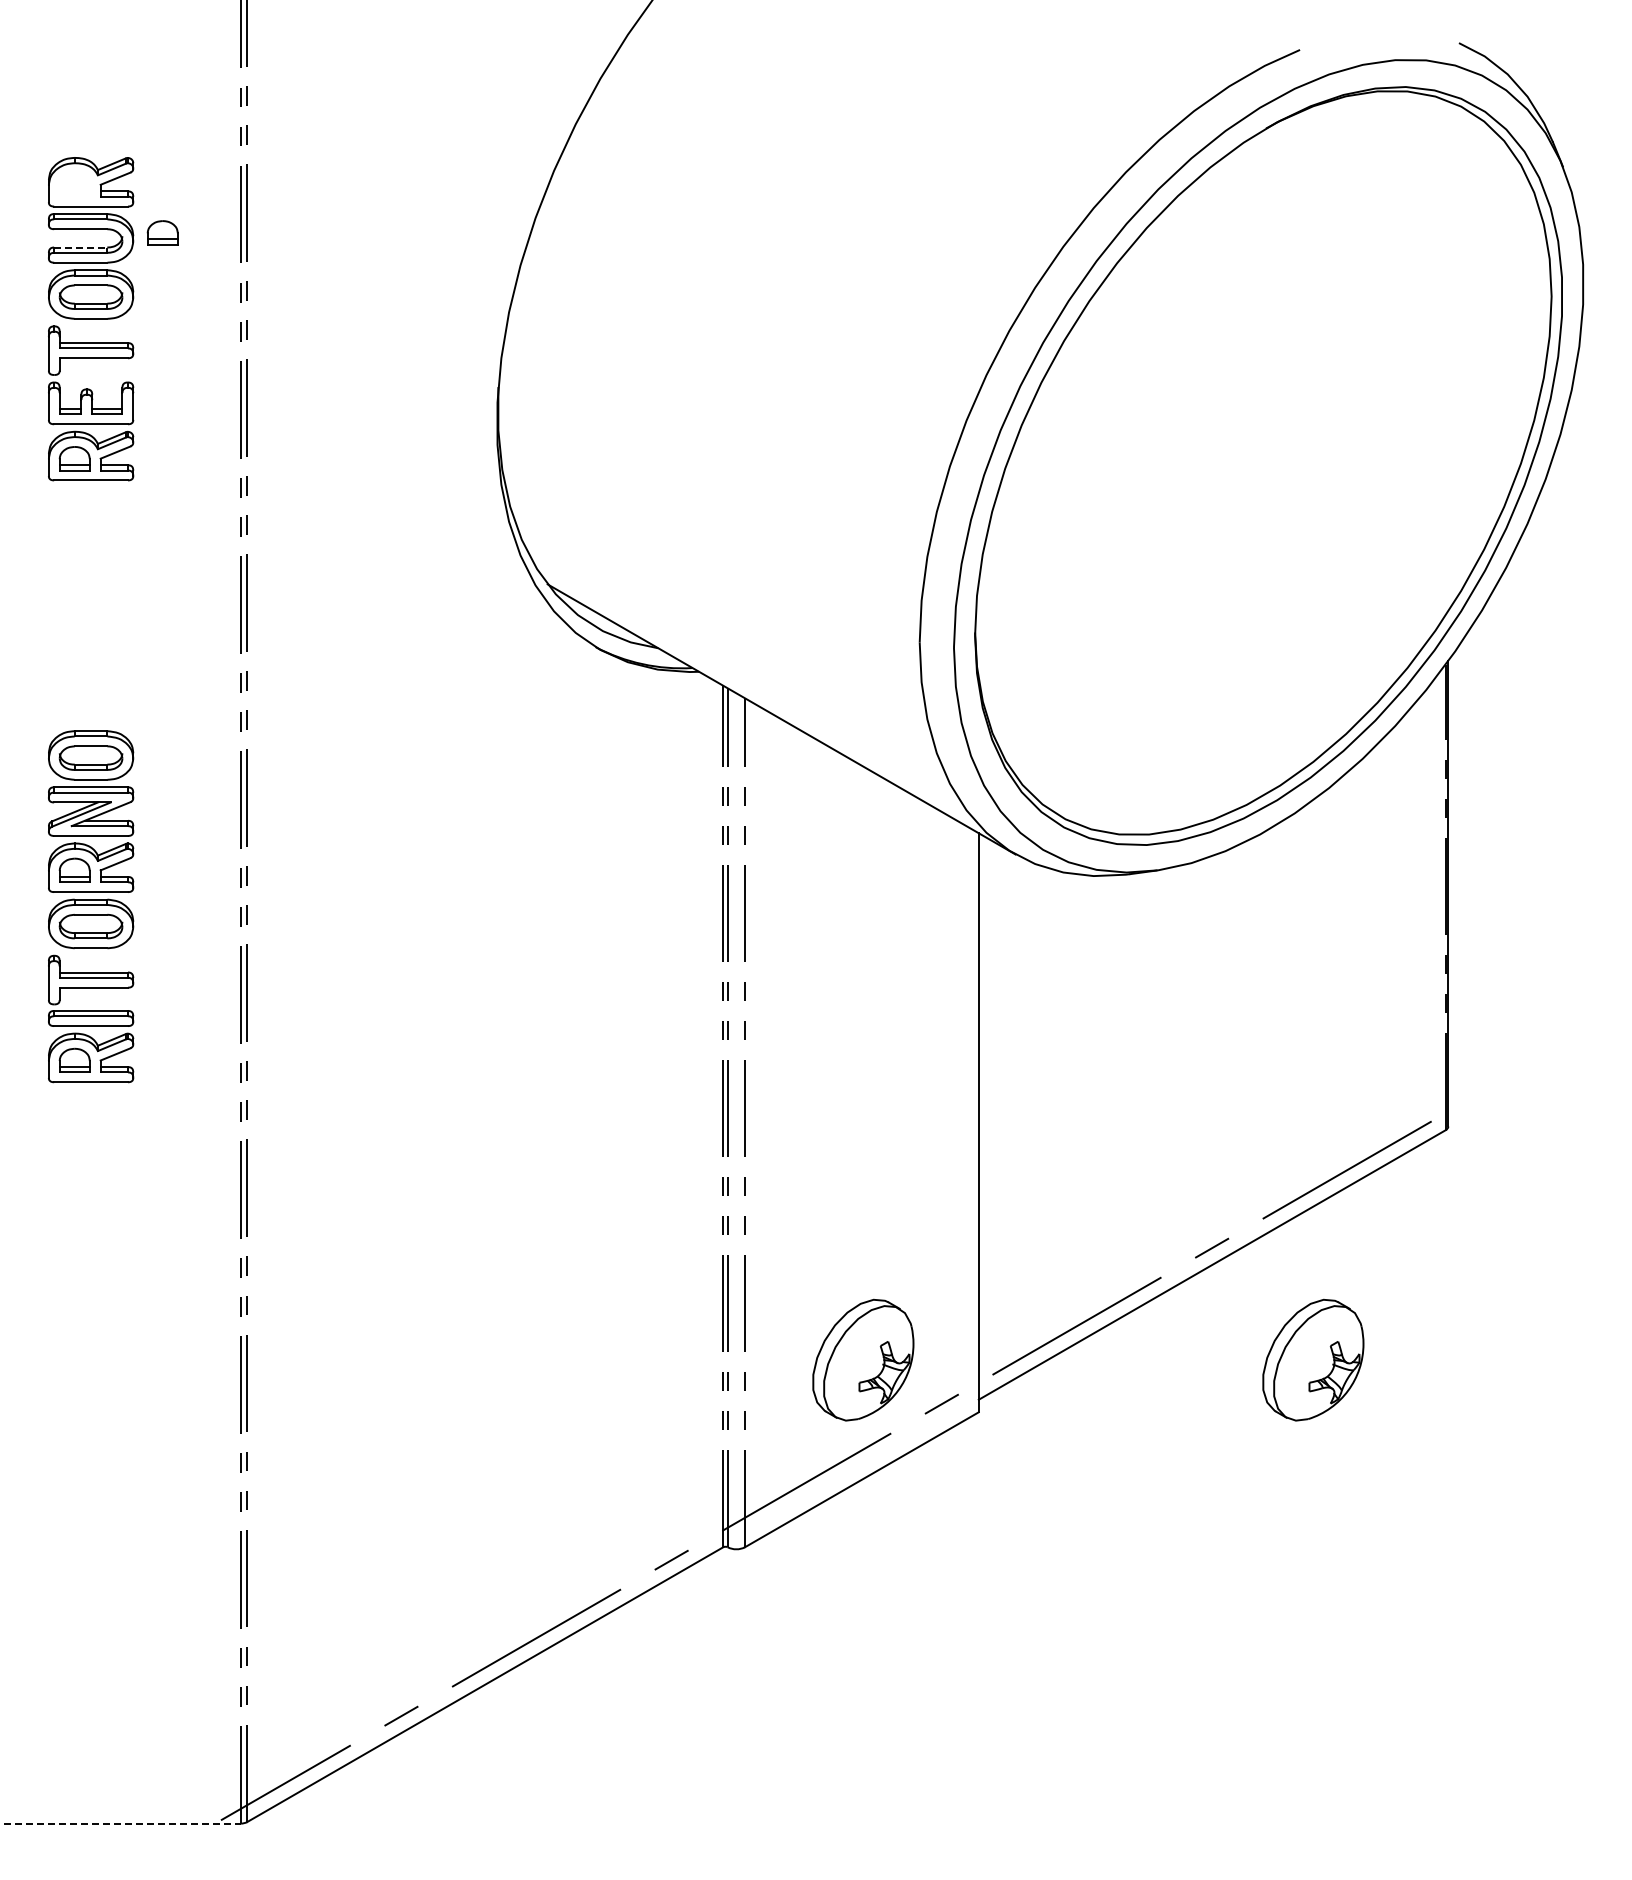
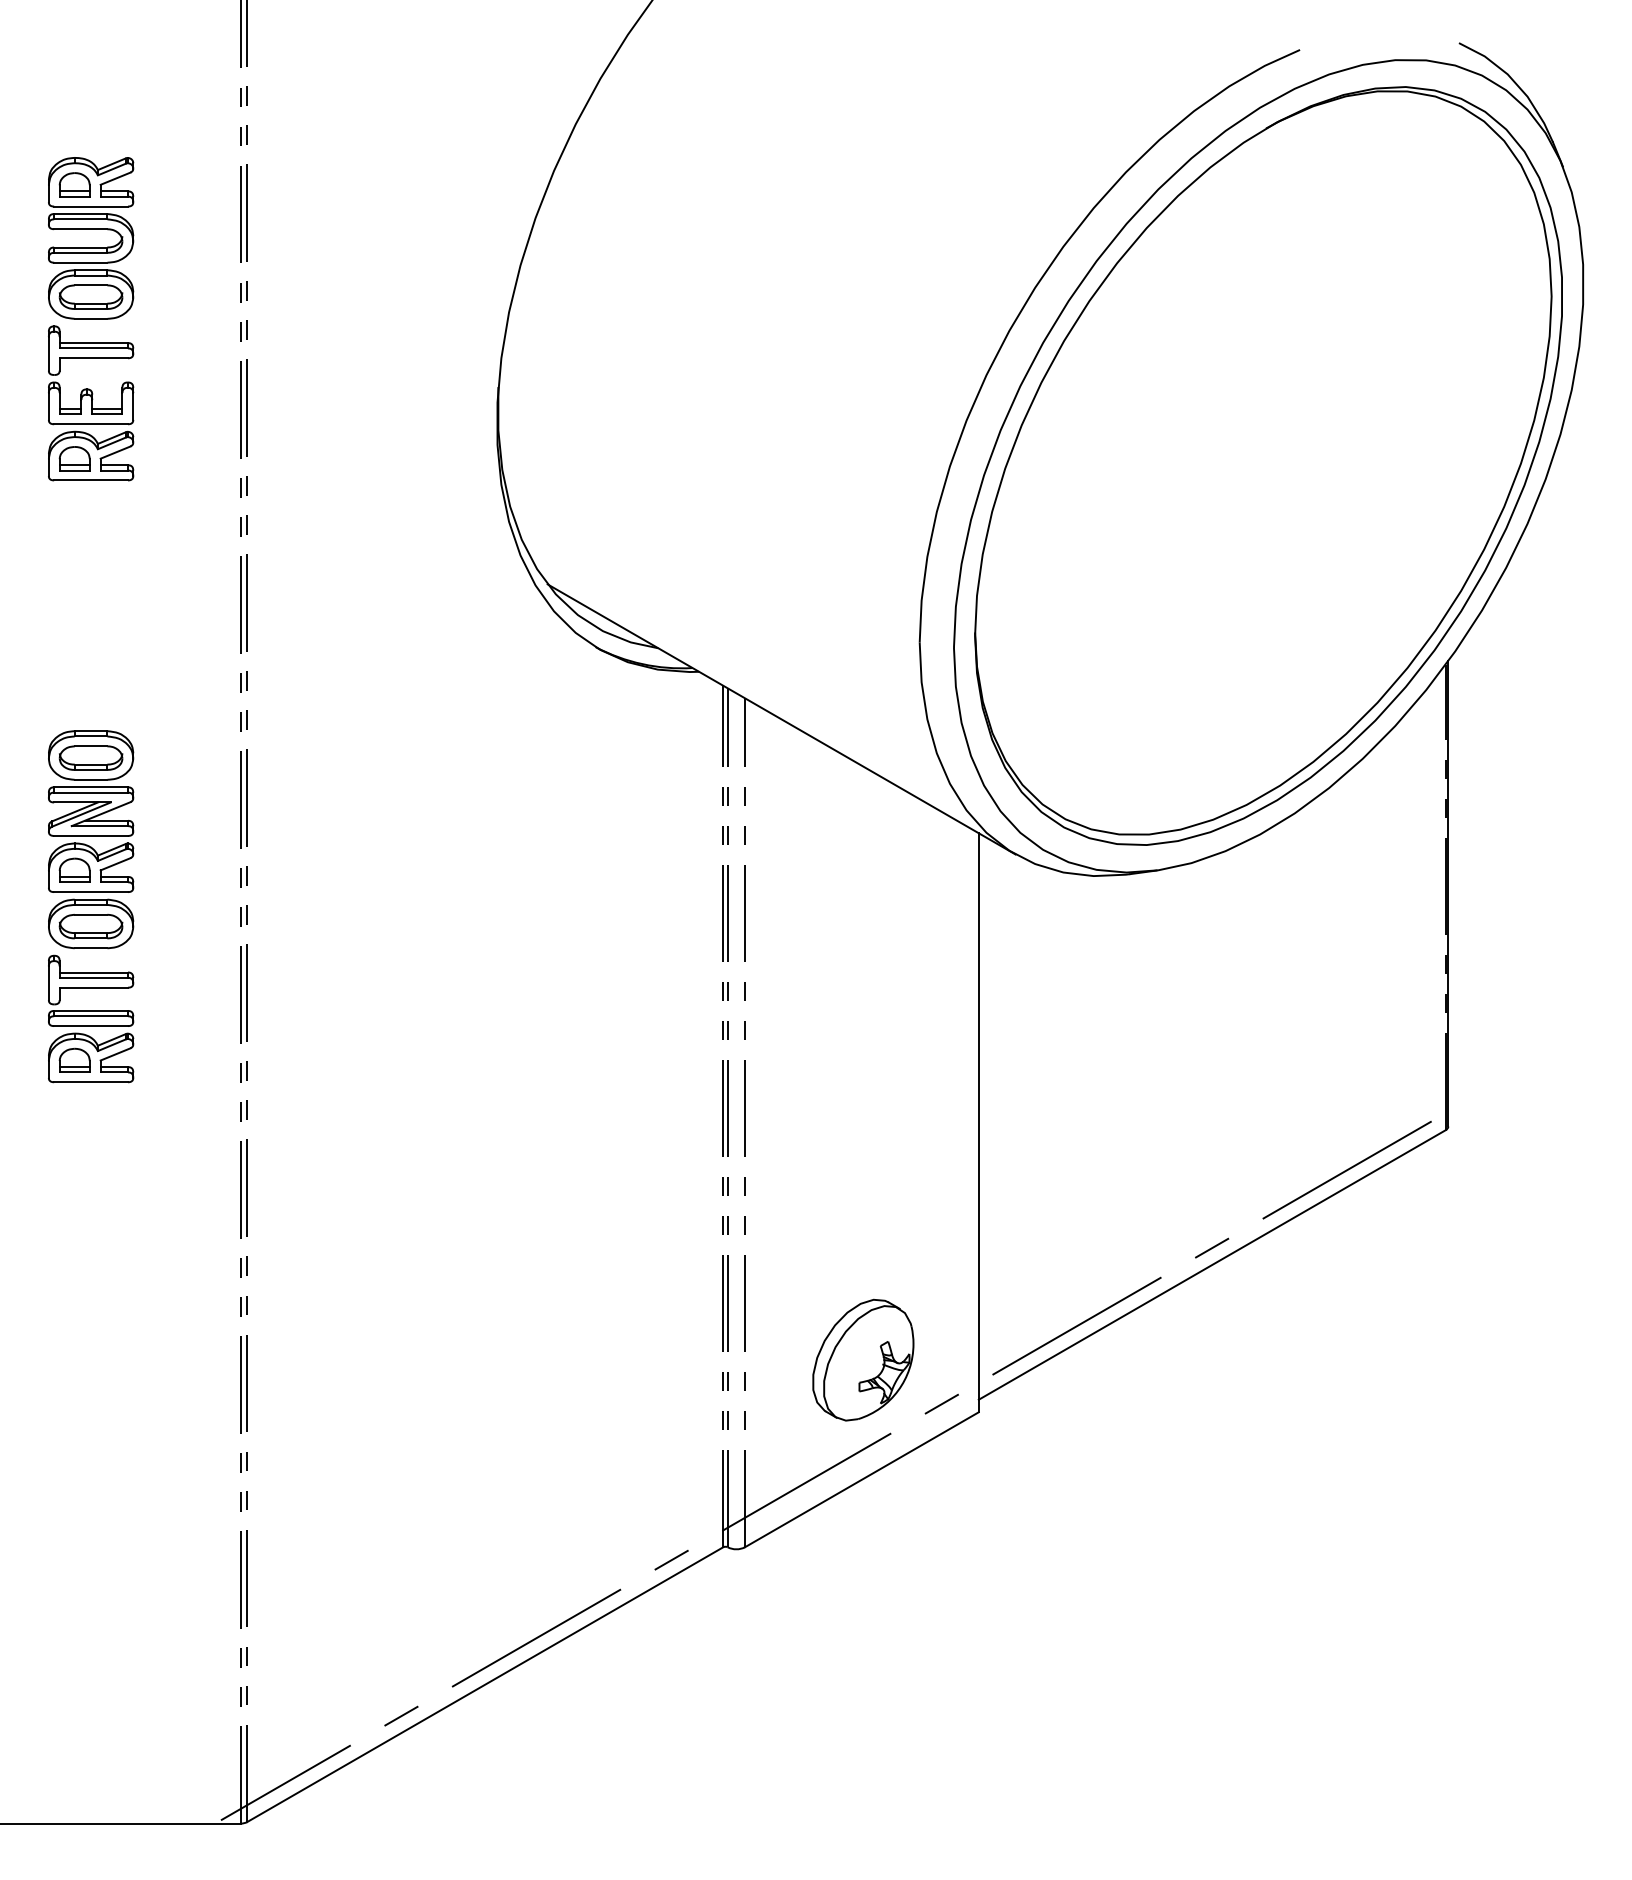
part at (162, 232) position: (162, 232) -> (74, 184)
line at (80, 247): dashed -> solid
part at (1313, 1359): present -> none
line at (120, 1823): dashed -> solid
